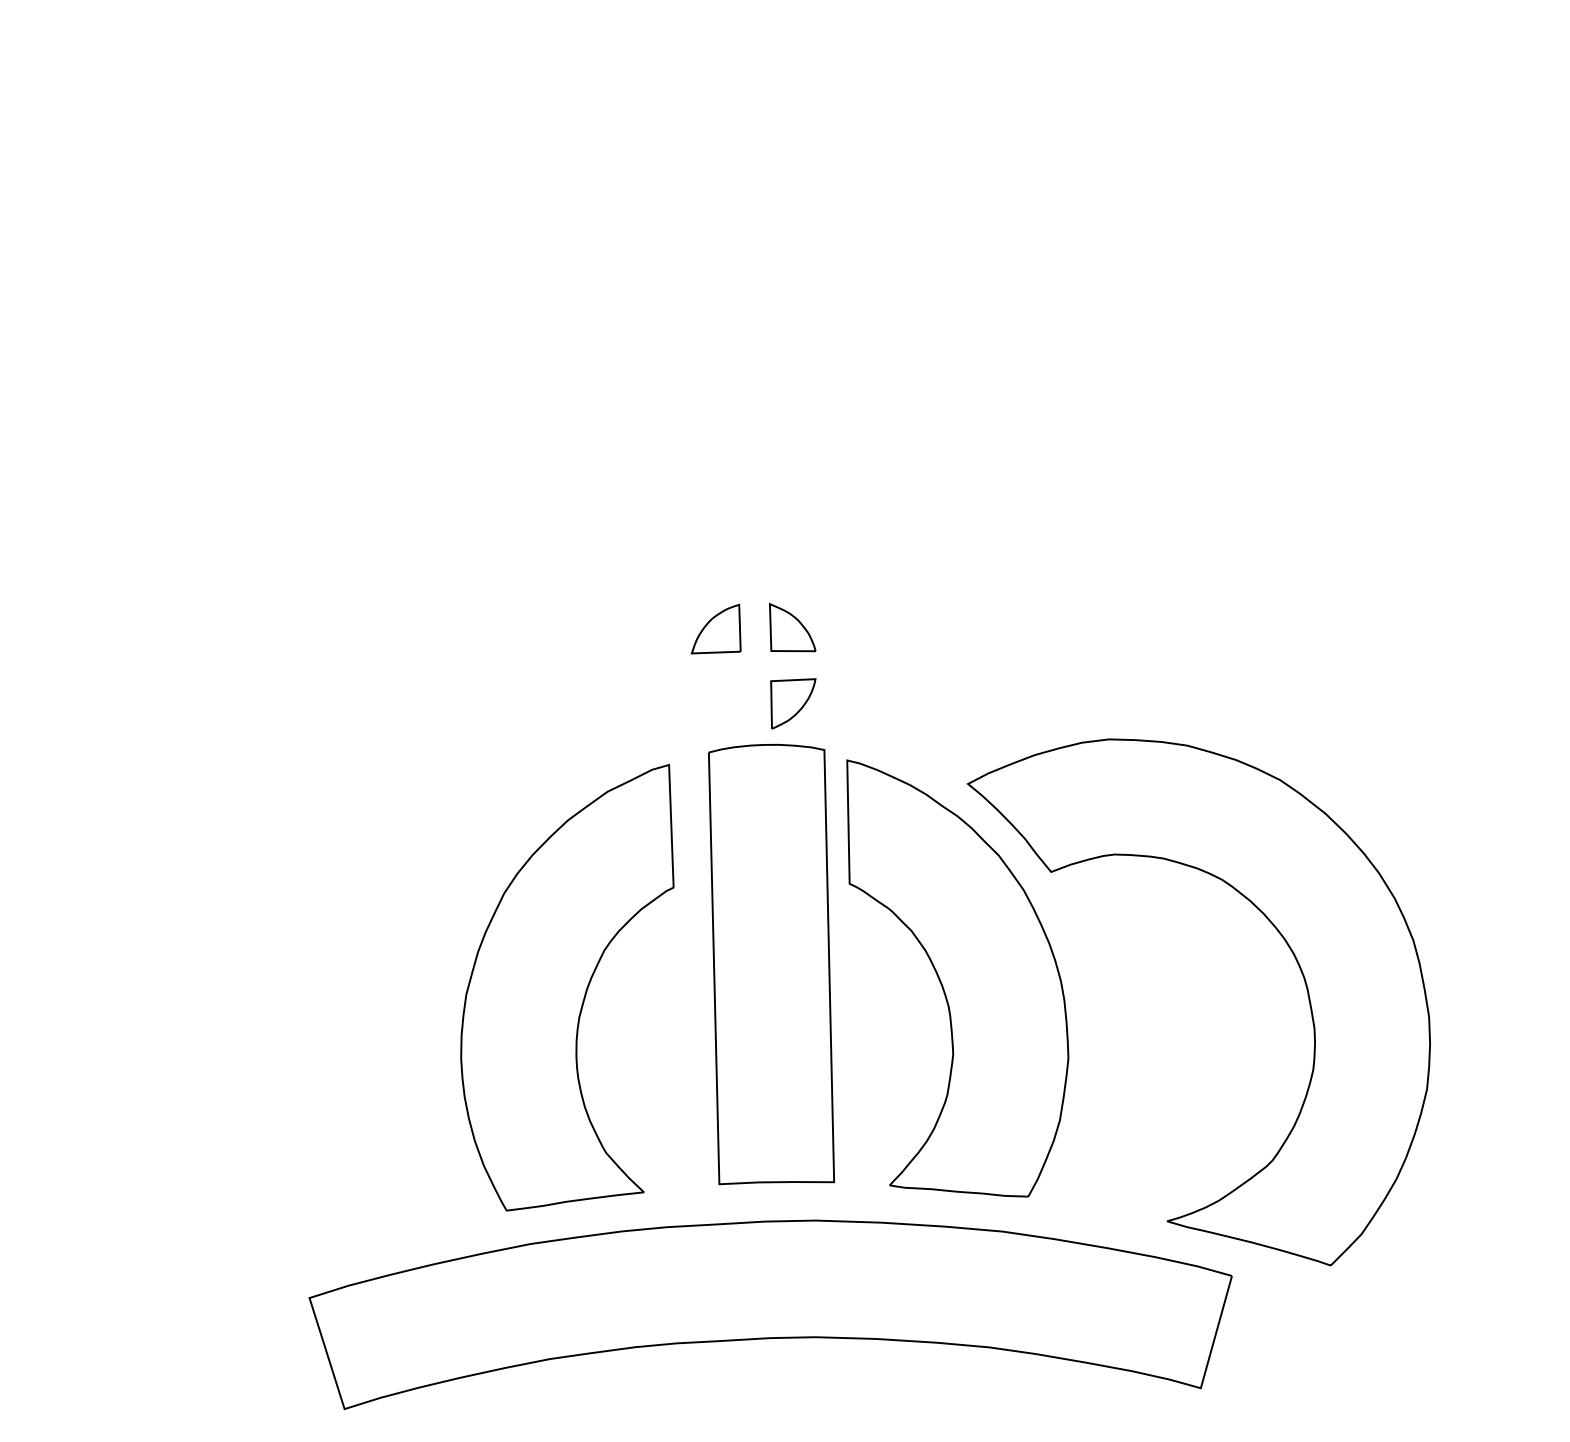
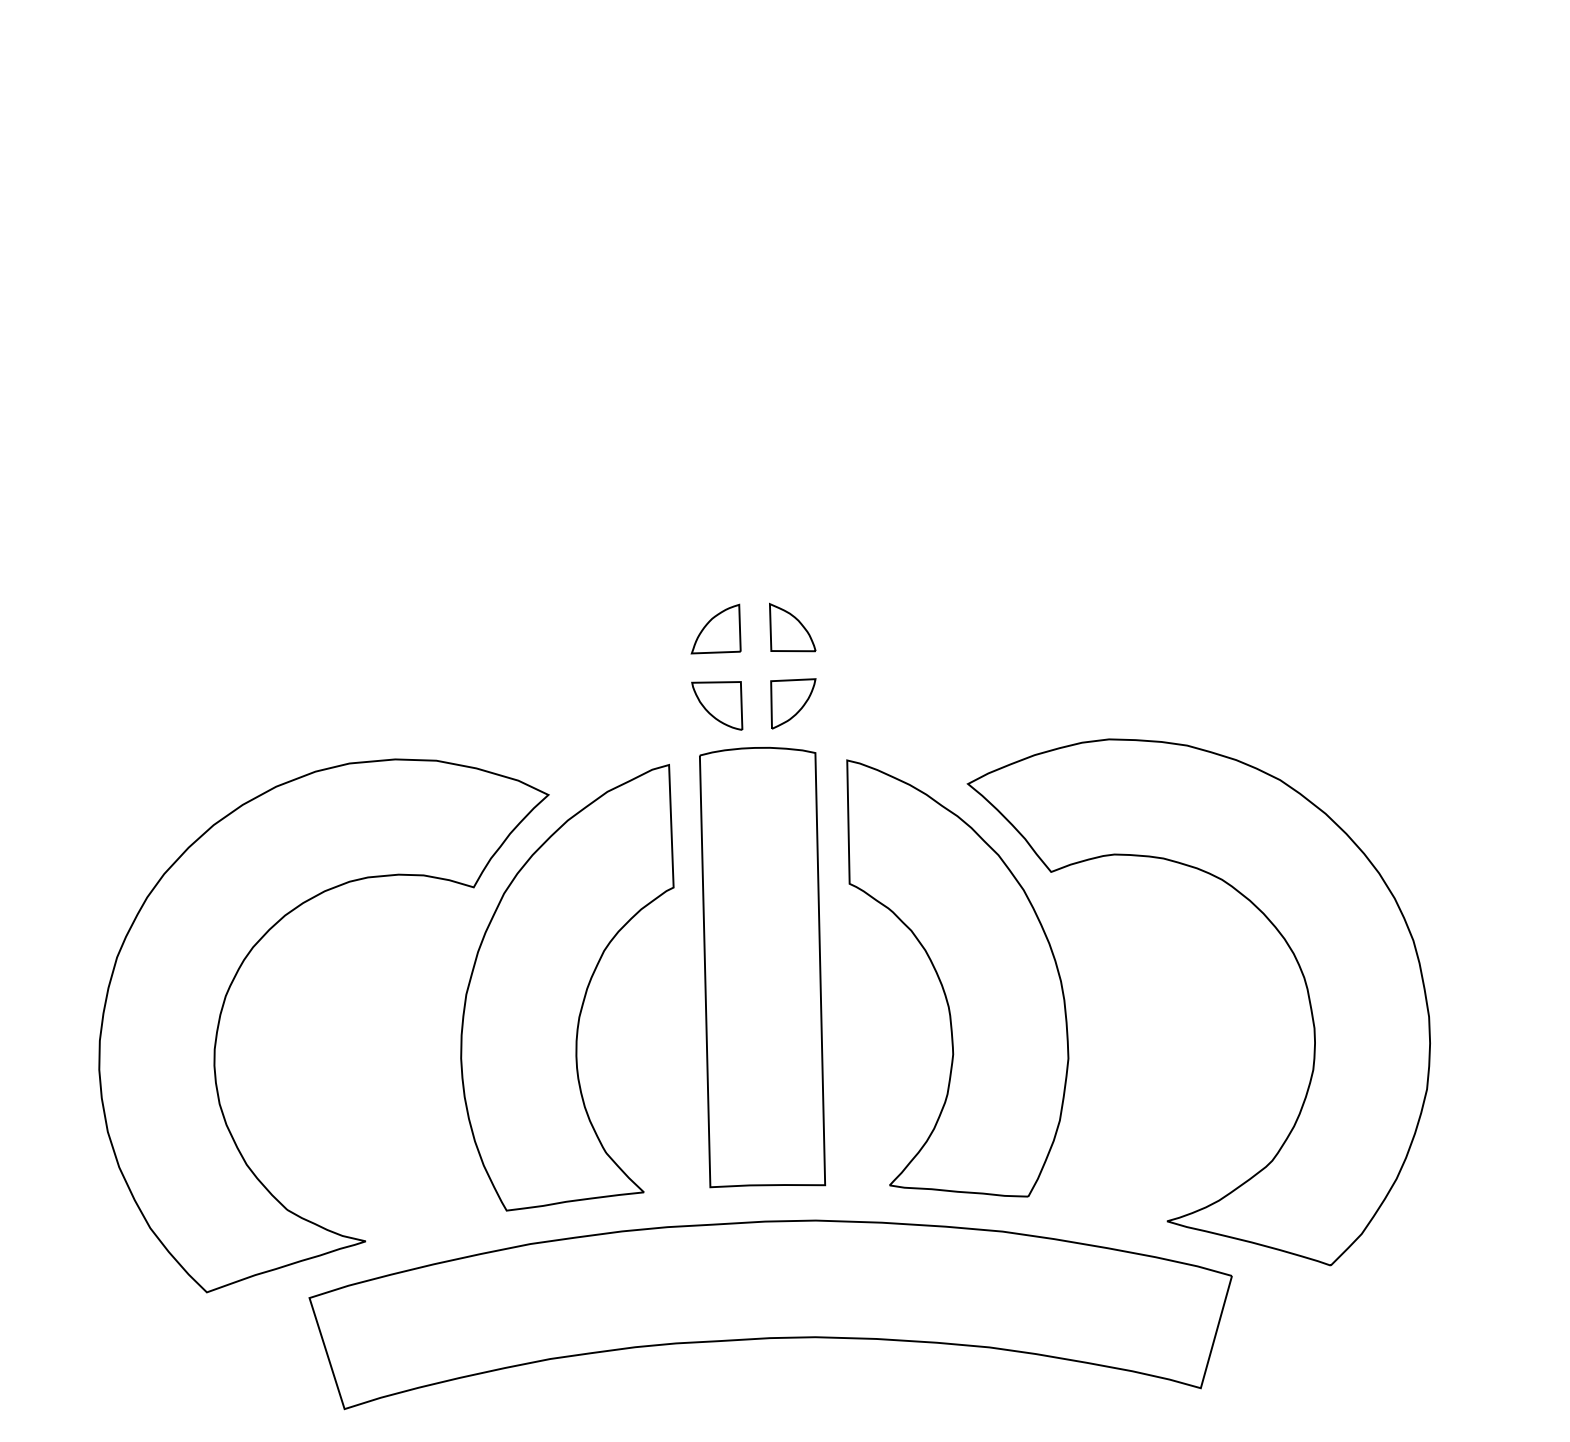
part at (717, 705): none -> present
part at (771, 964) position: (771, 964) -> (762, 967)
part at (234, 980): none -> present
